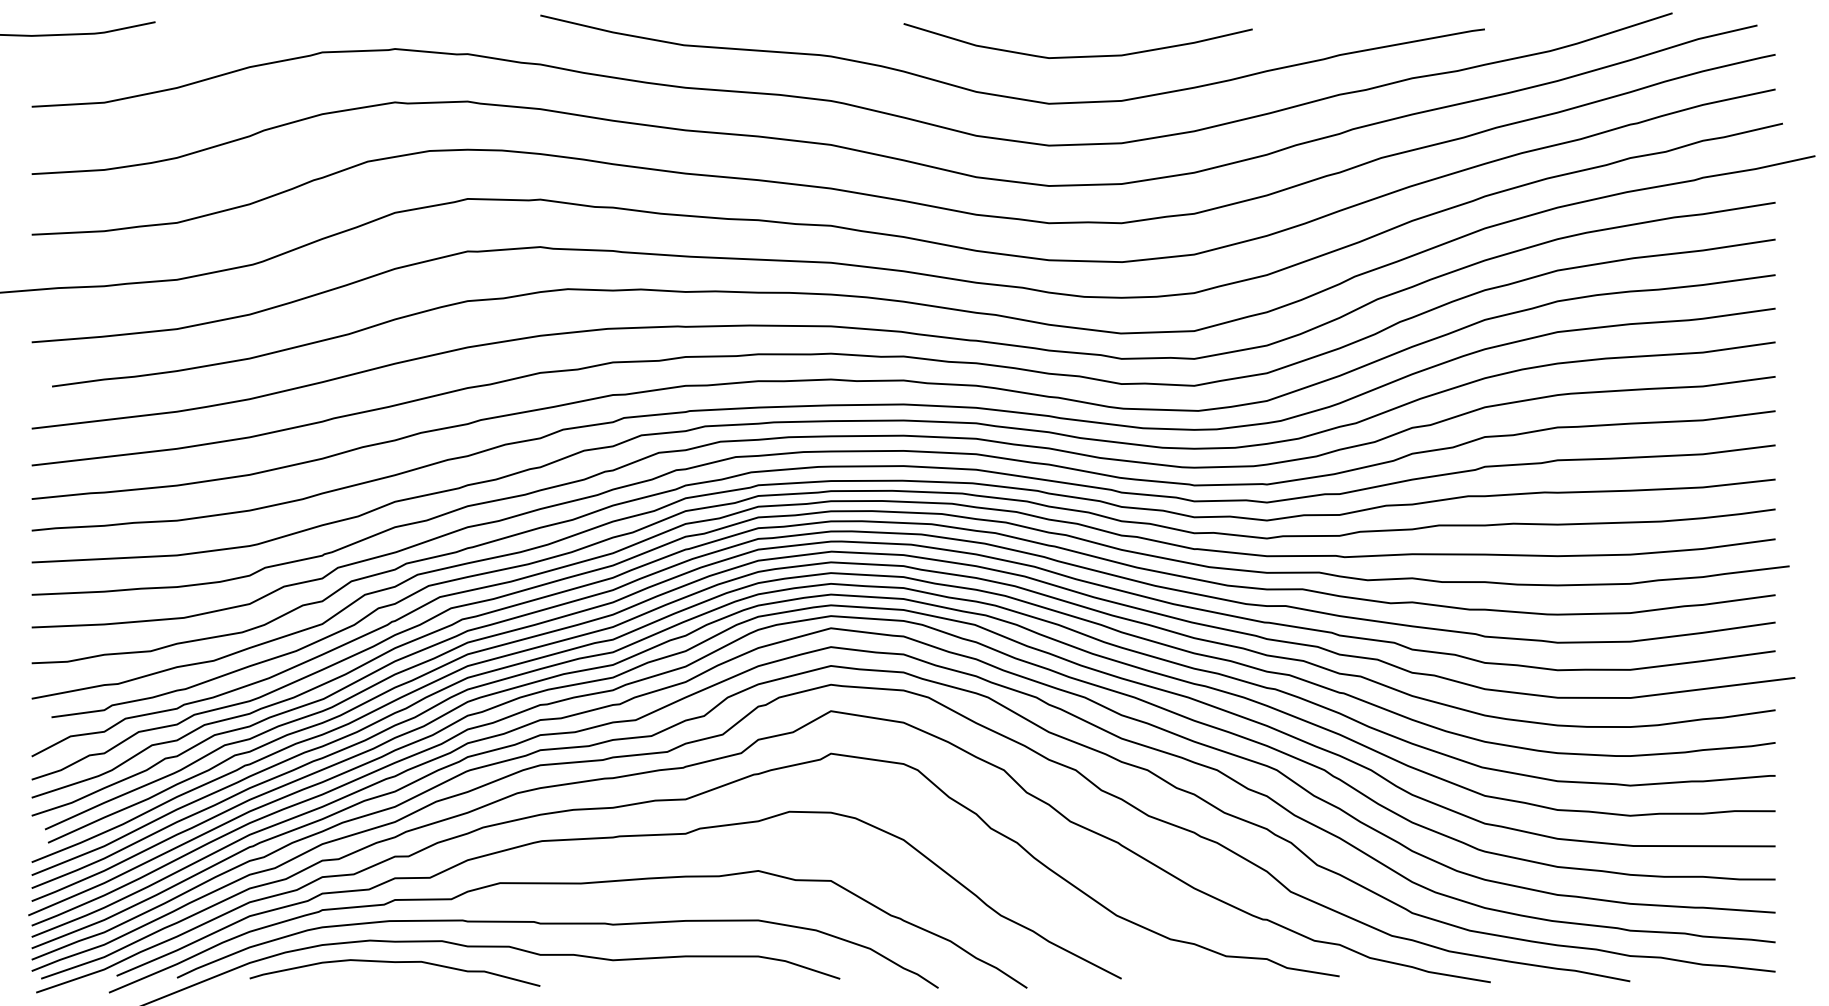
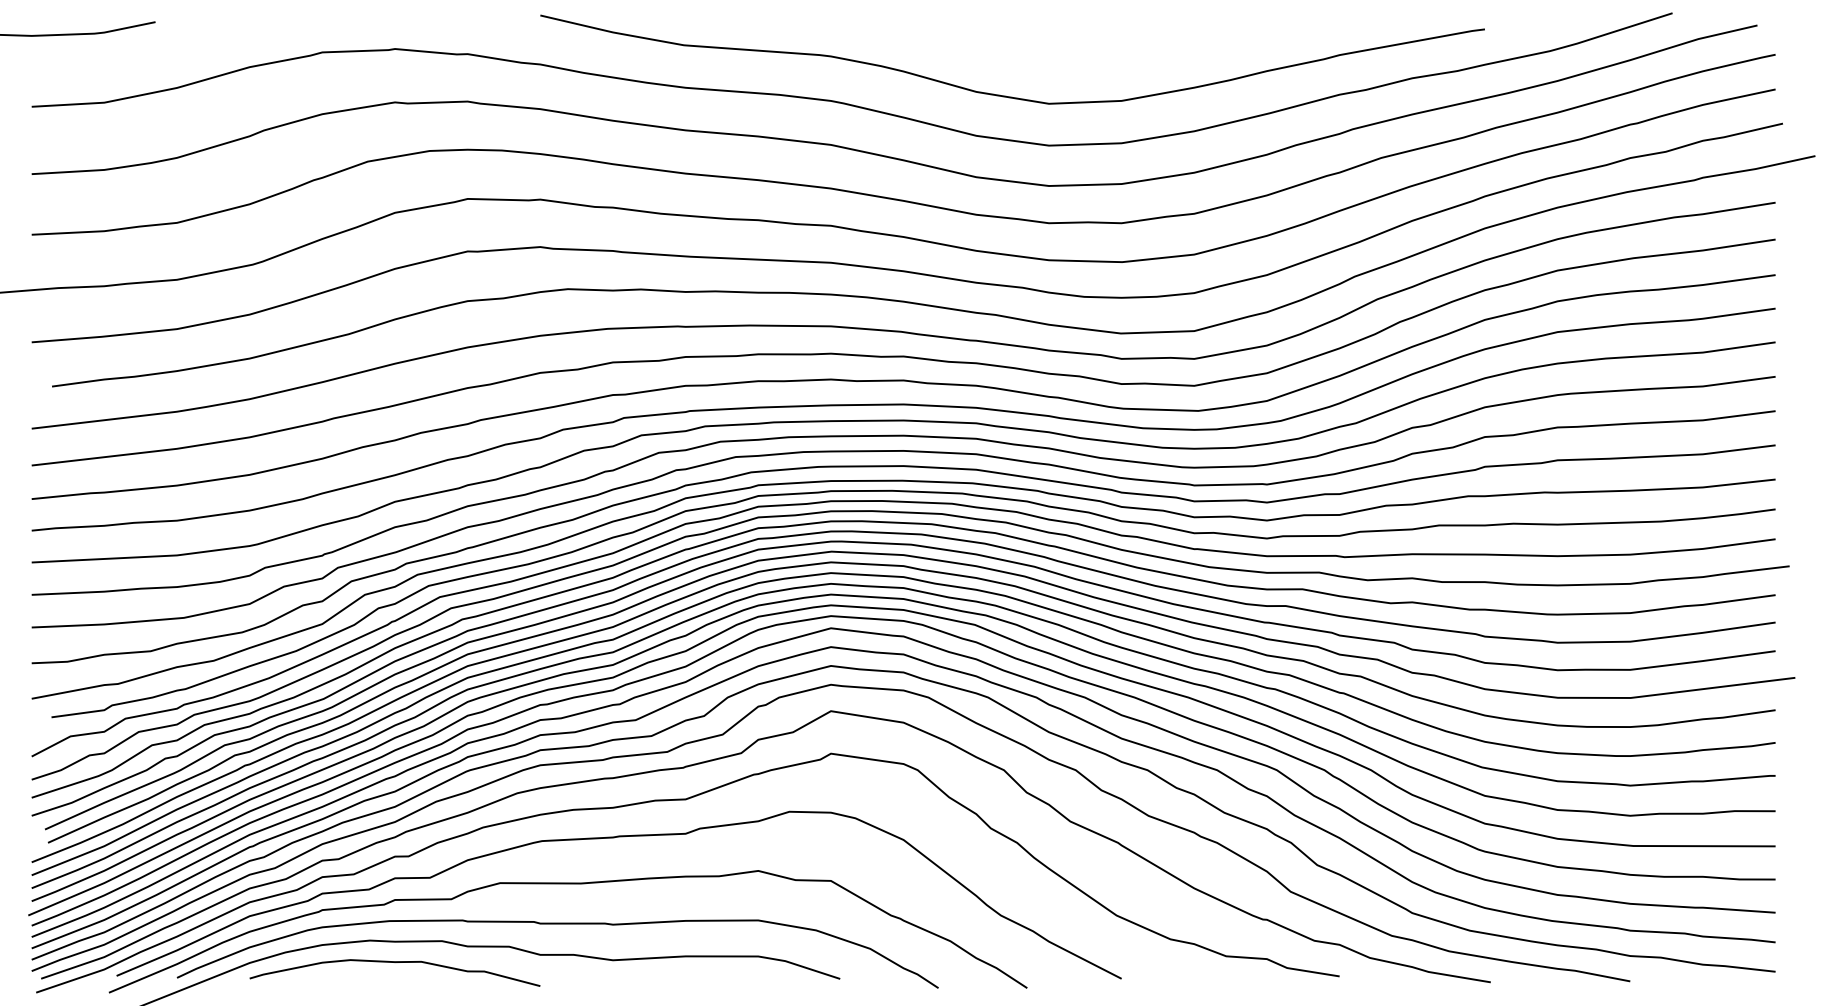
curve at (1077, 56): present -> none
